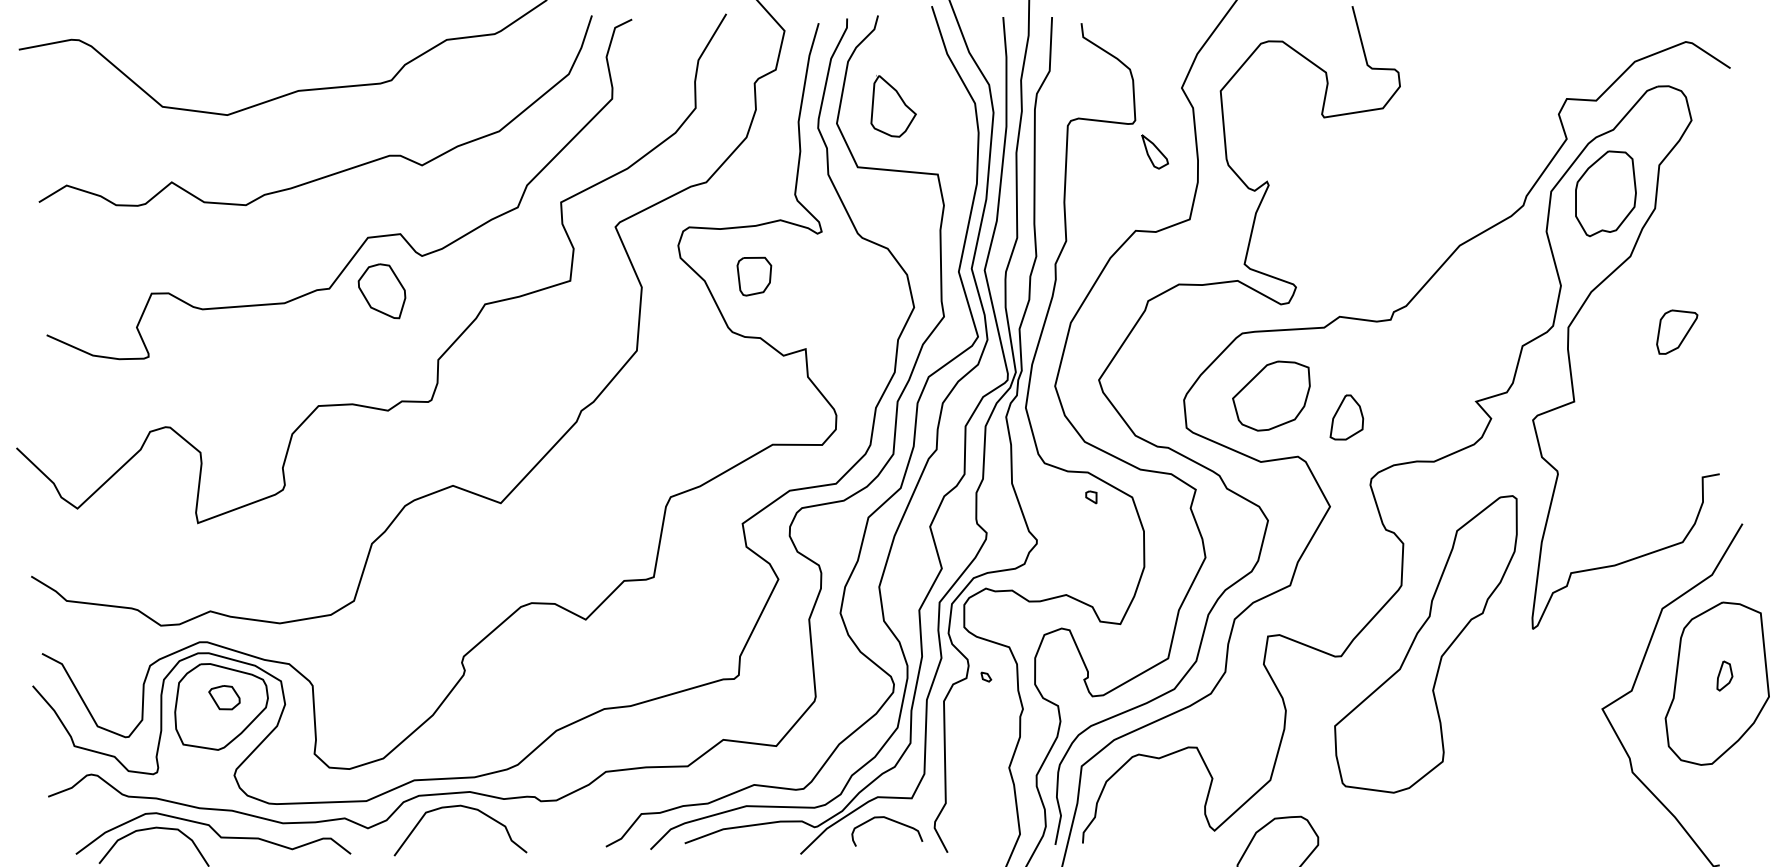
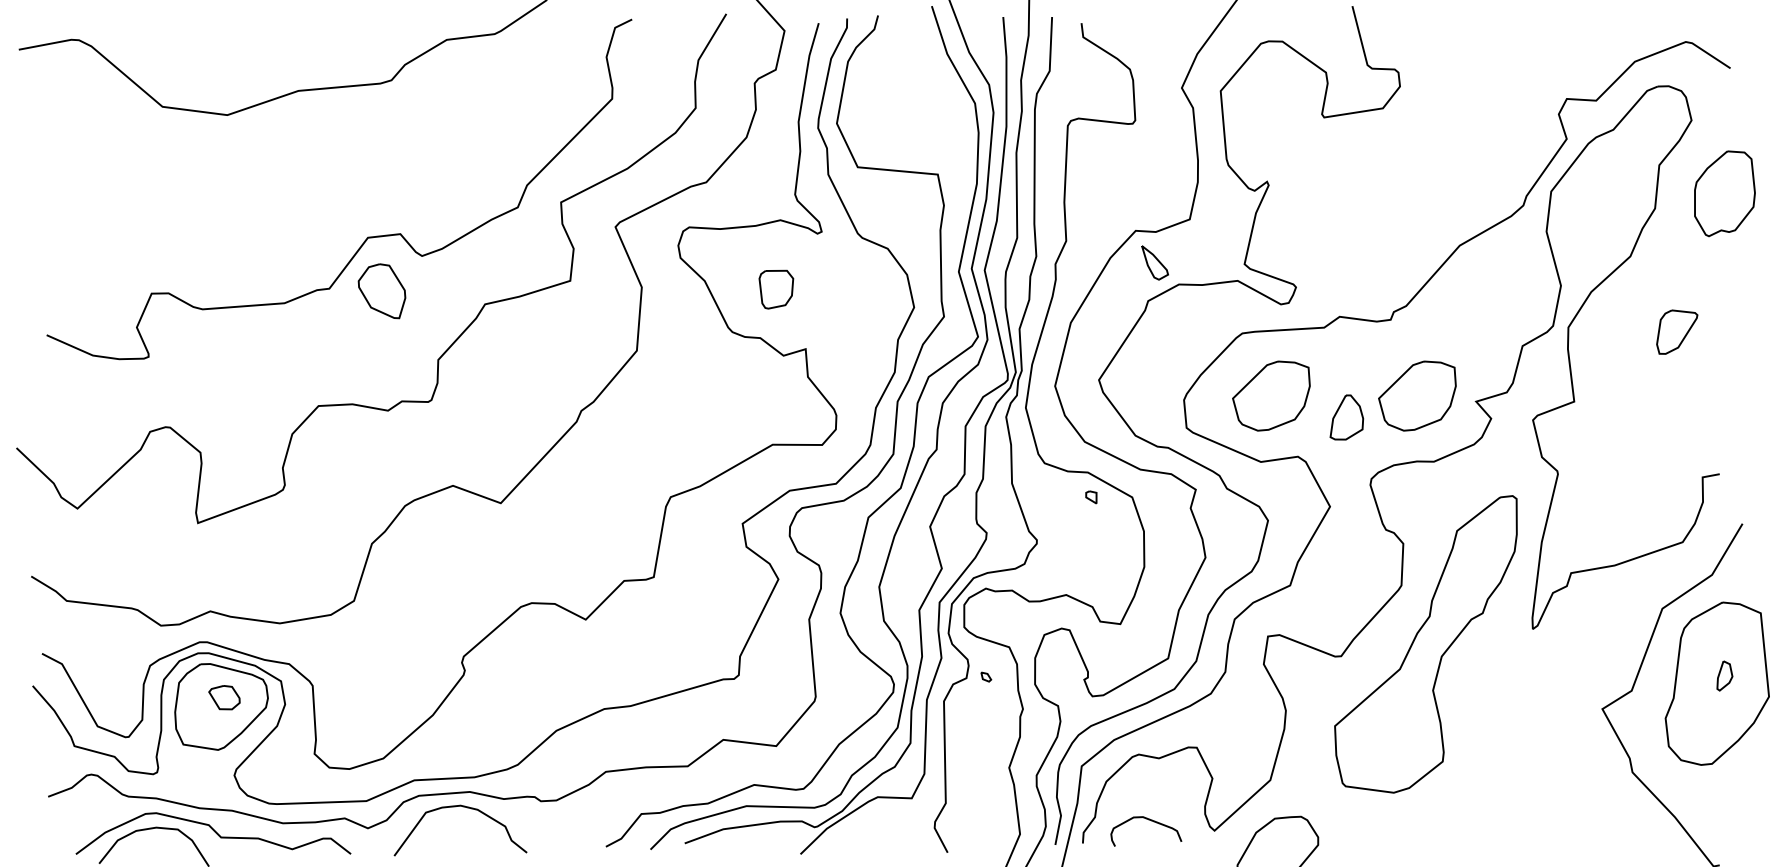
part at (893, 106): present -> none
part at (1154, 151) position: (1154, 151) -> (1154, 262)
curve at (335, 172): present -> none
part at (1605, 193) position: (1605, 193) -> (1724, 193)
part at (754, 276) position: (754, 276) -> (776, 289)
part at (1417, 395): none -> present
curve at (889, 820) position: (889, 820) -> (1148, 820)
